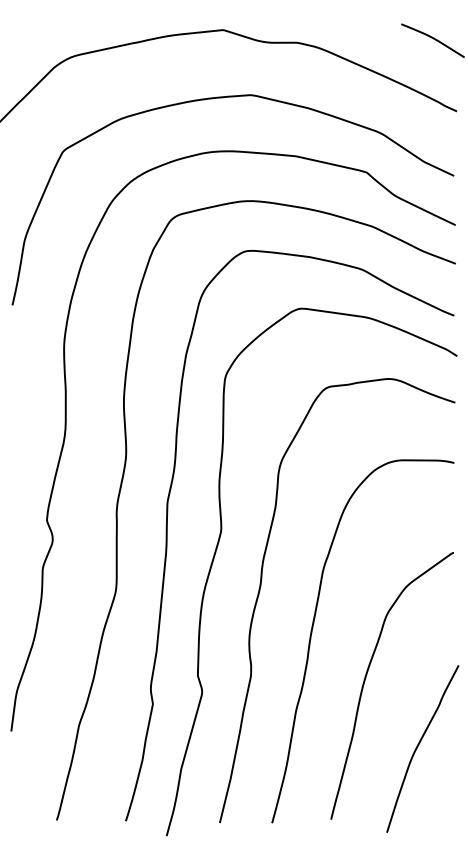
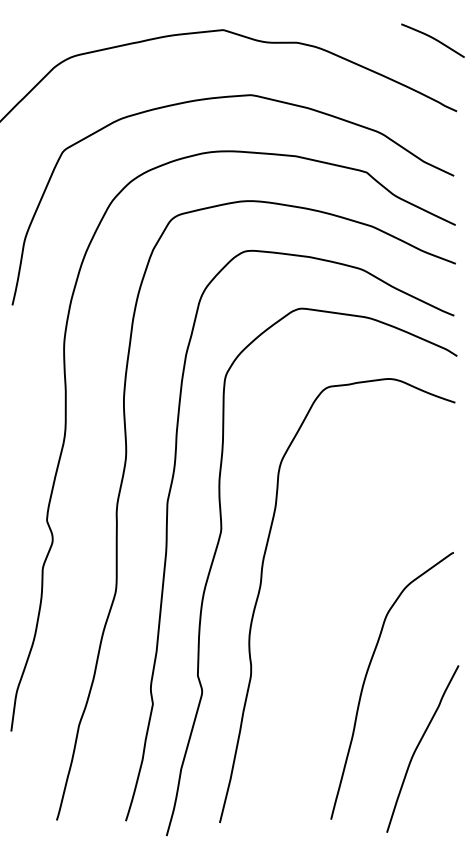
curve at (312, 633): present -> none
